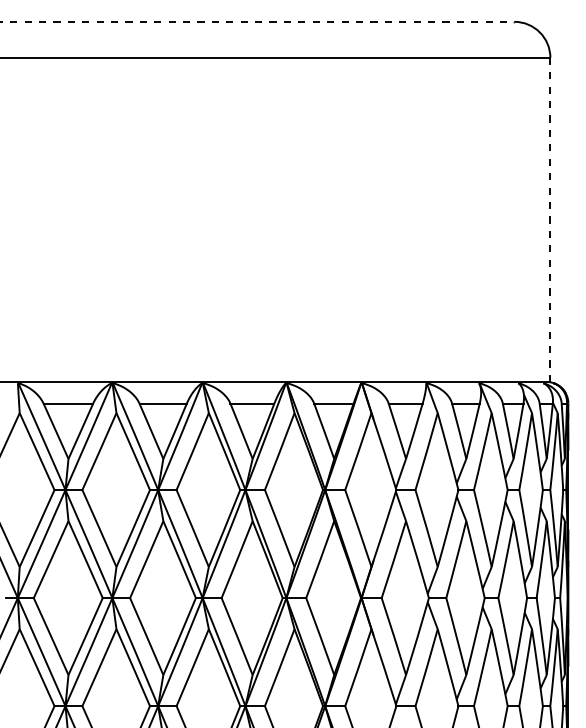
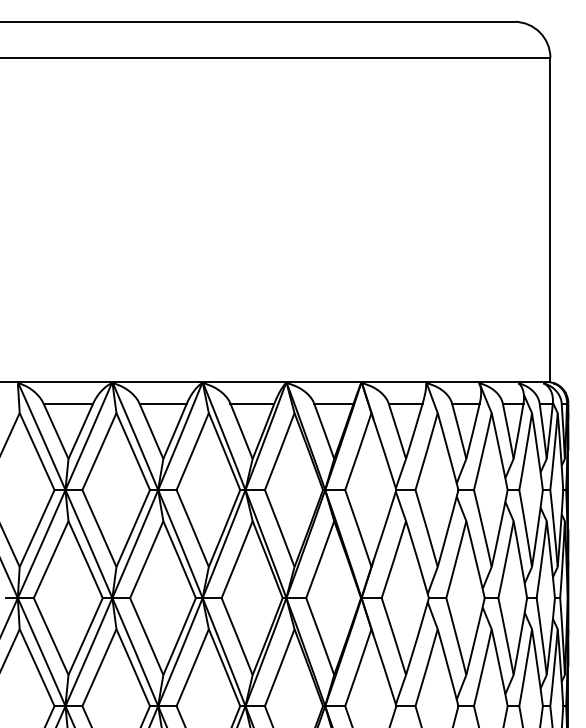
line at (257, 21): dashed -> solid
line at (550, 220): dashed -> solid
